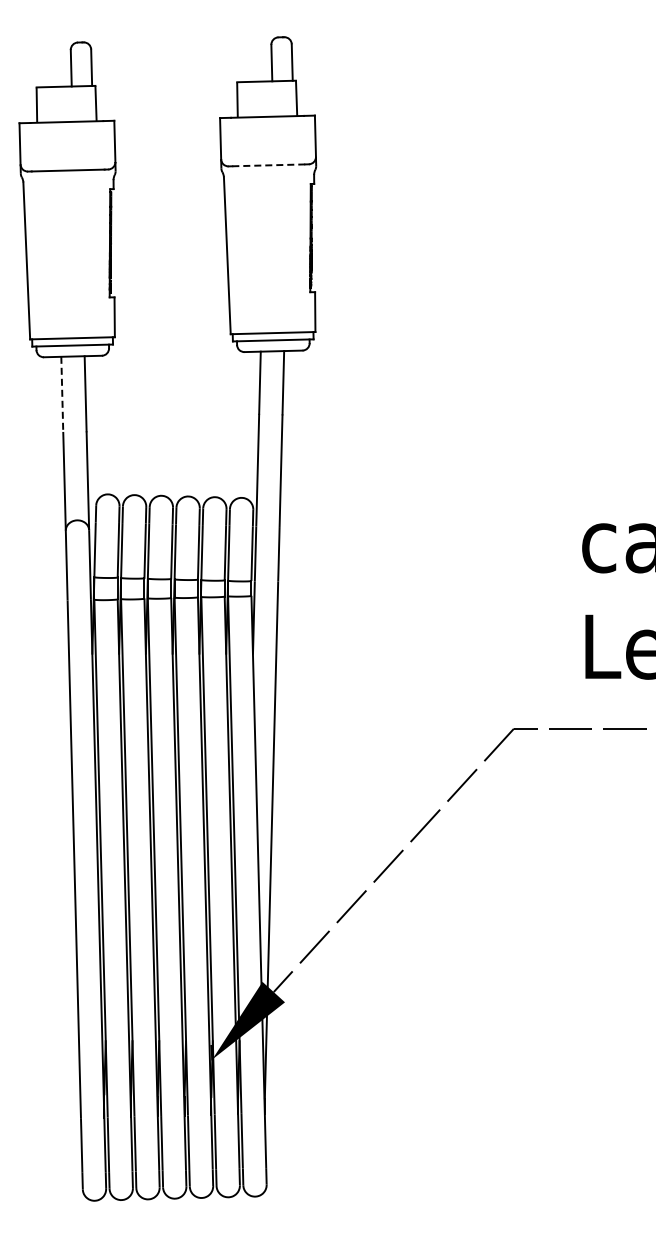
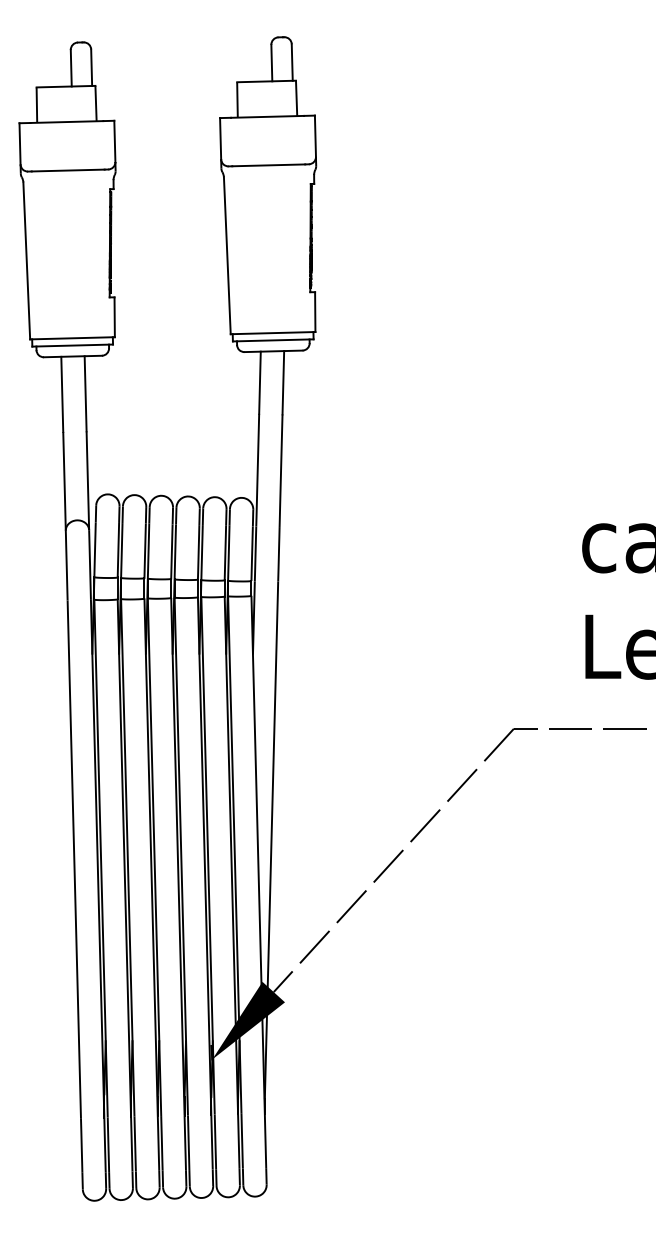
line at (269, 165): dashed -> solid
line at (62, 394): dashed -> solid
